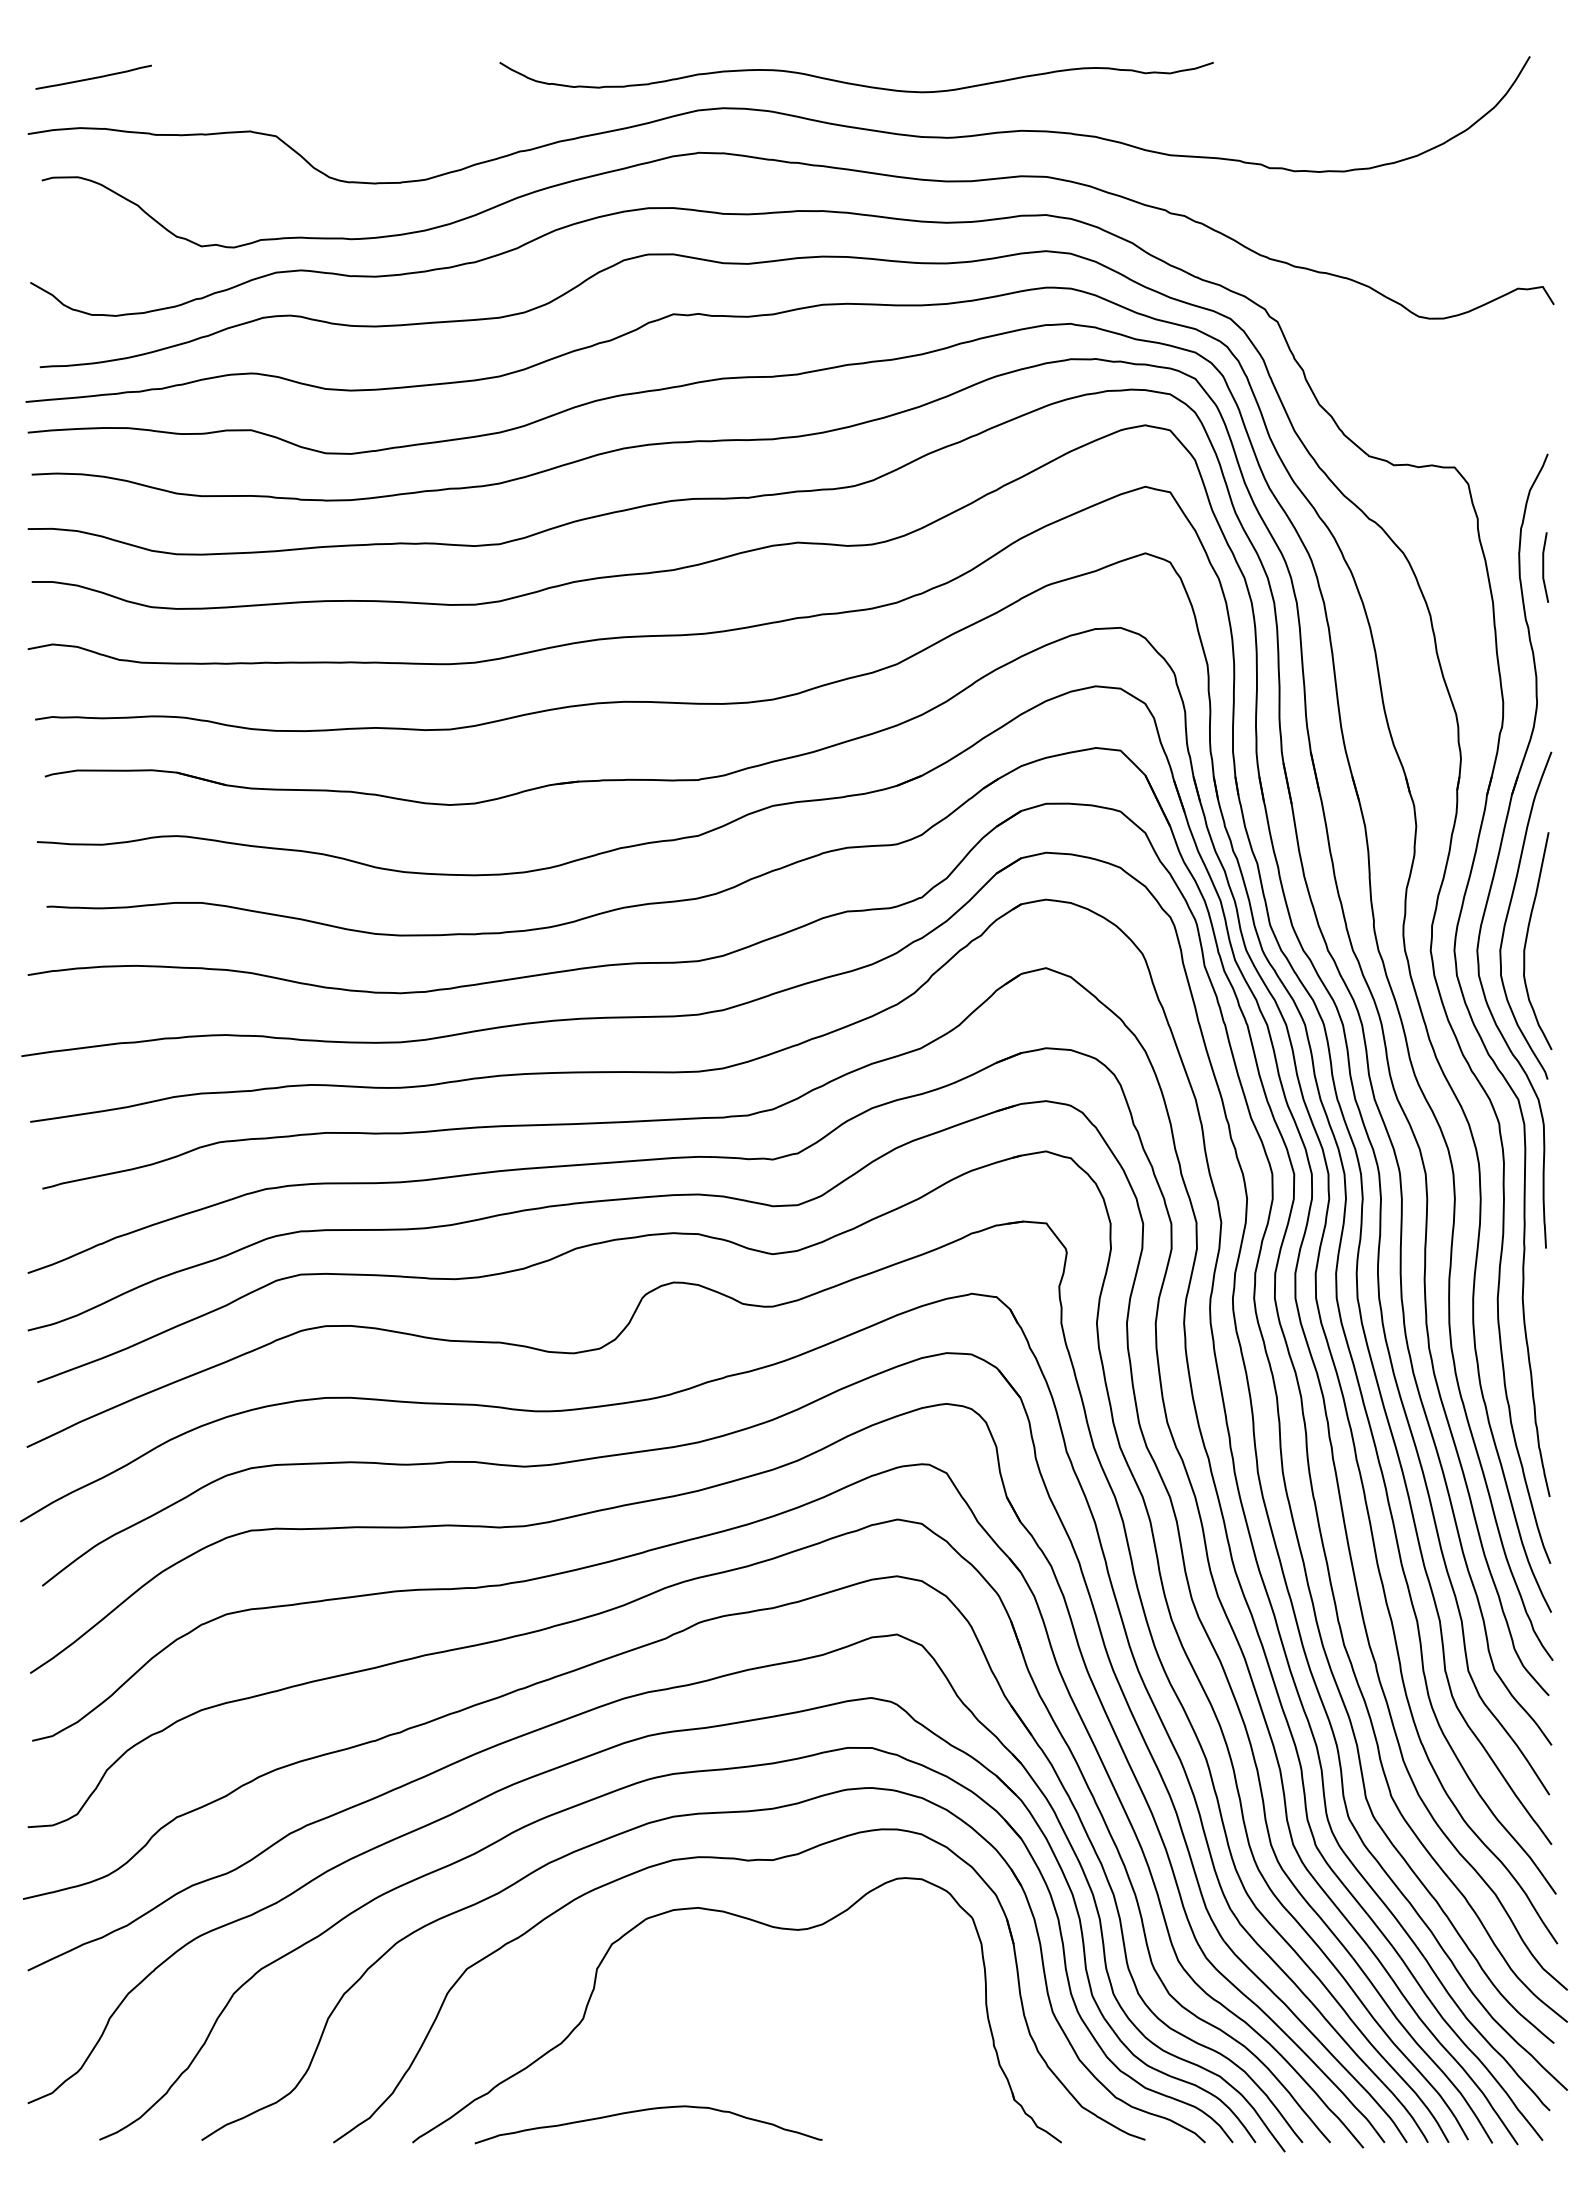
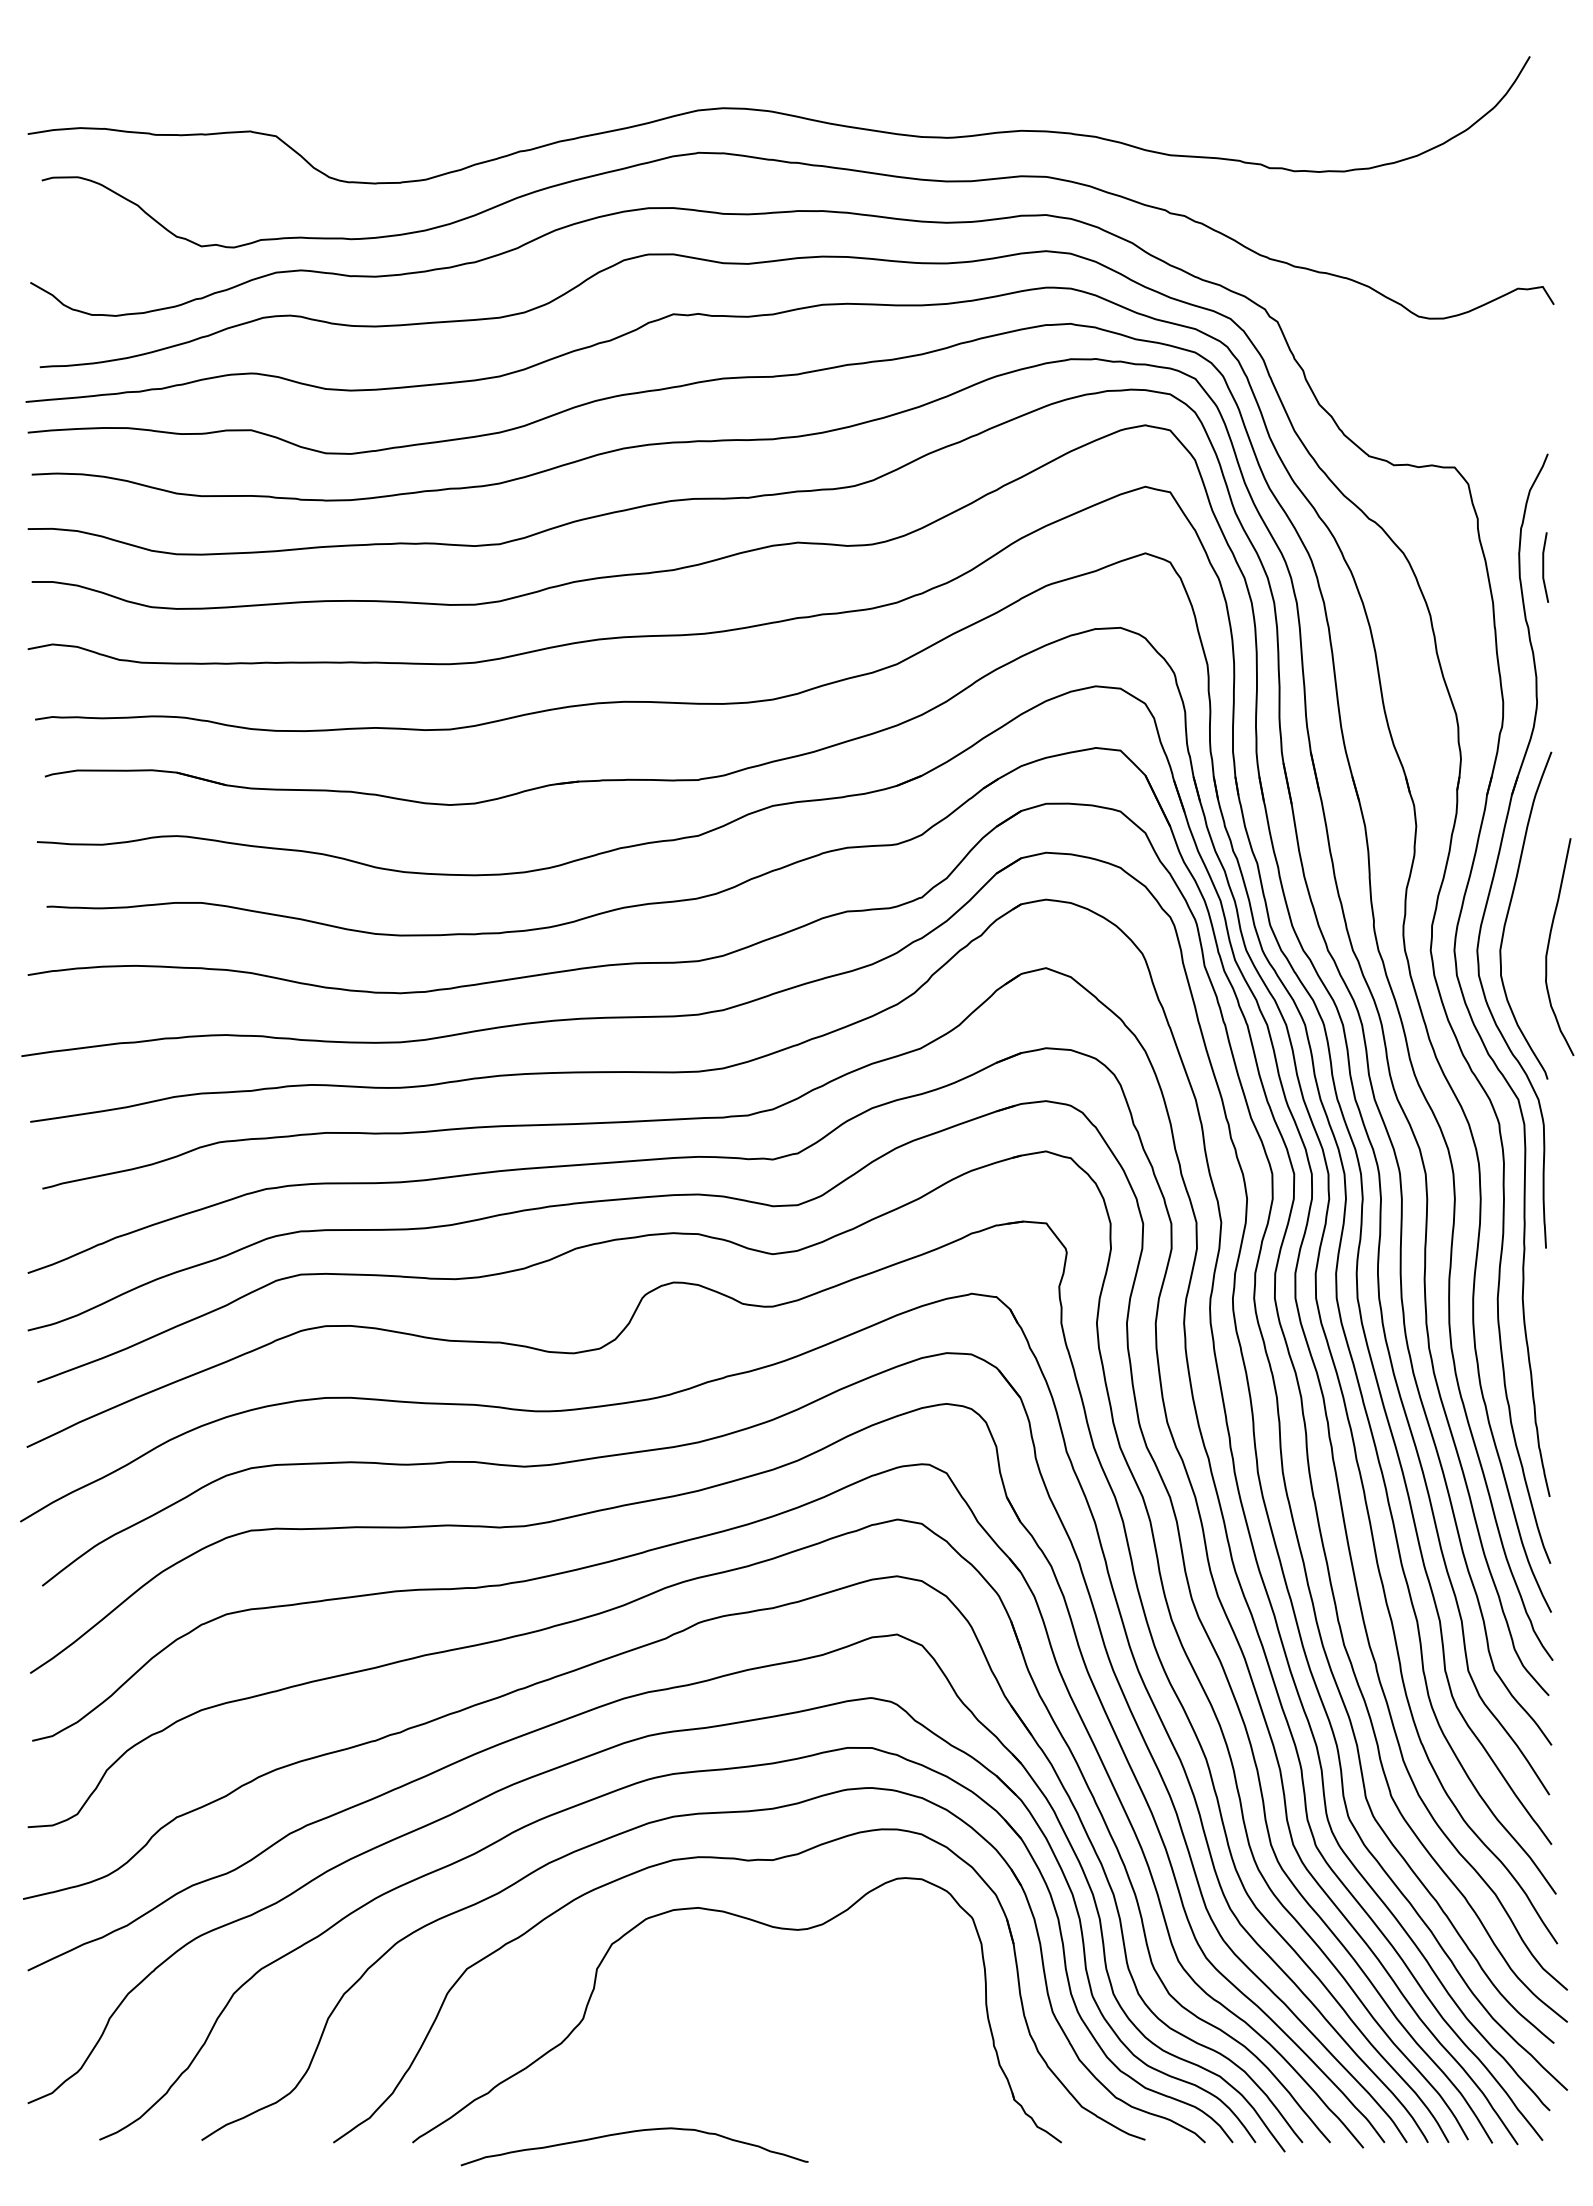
curve at (93, 77): present -> none
curve at (856, 83): present -> none
curve at (1527, 939) position: (1527, 939) -> (1549, 945)
curve at (648, 2110) position: (648, 2110) -> (634, 2132)
